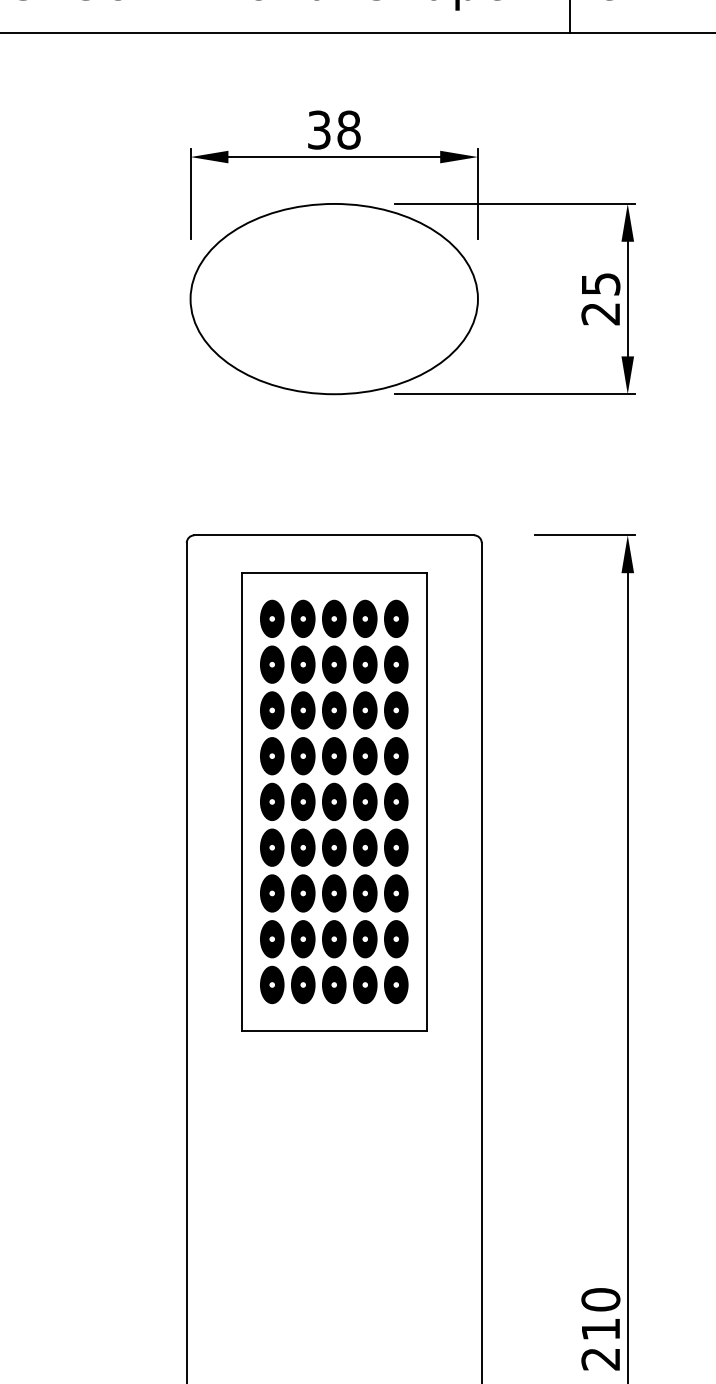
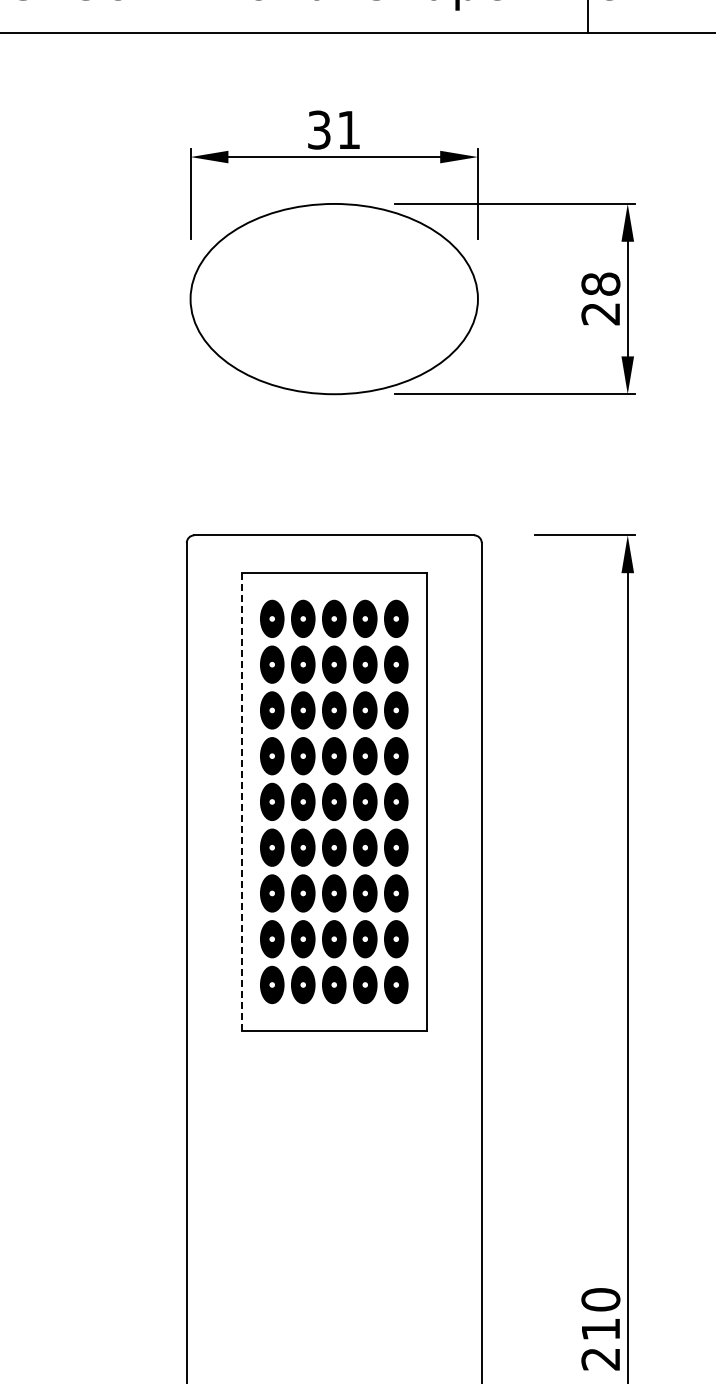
line at (570, 17) position: (570, 17) -> (588, 17)
text at (348, 129): 38 -> 31
text at (600, 283): 25 -> 28
line at (241, 801): solid -> dashed
